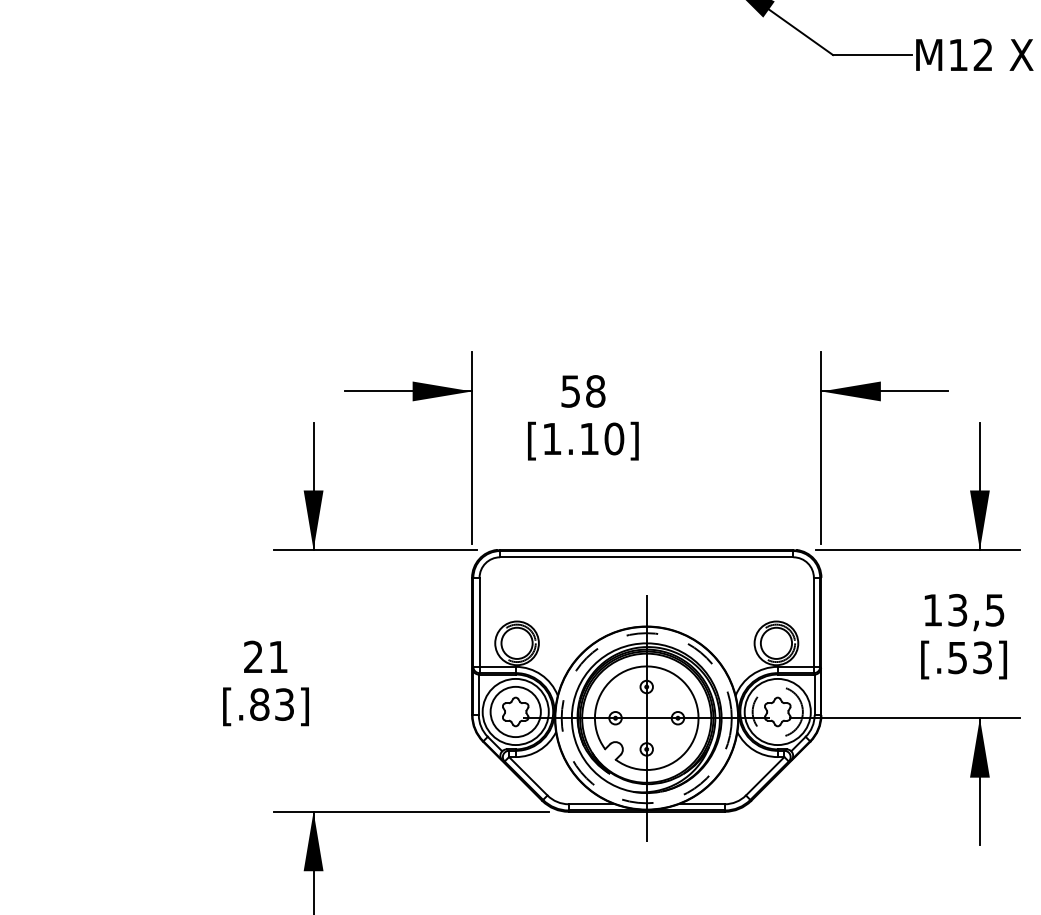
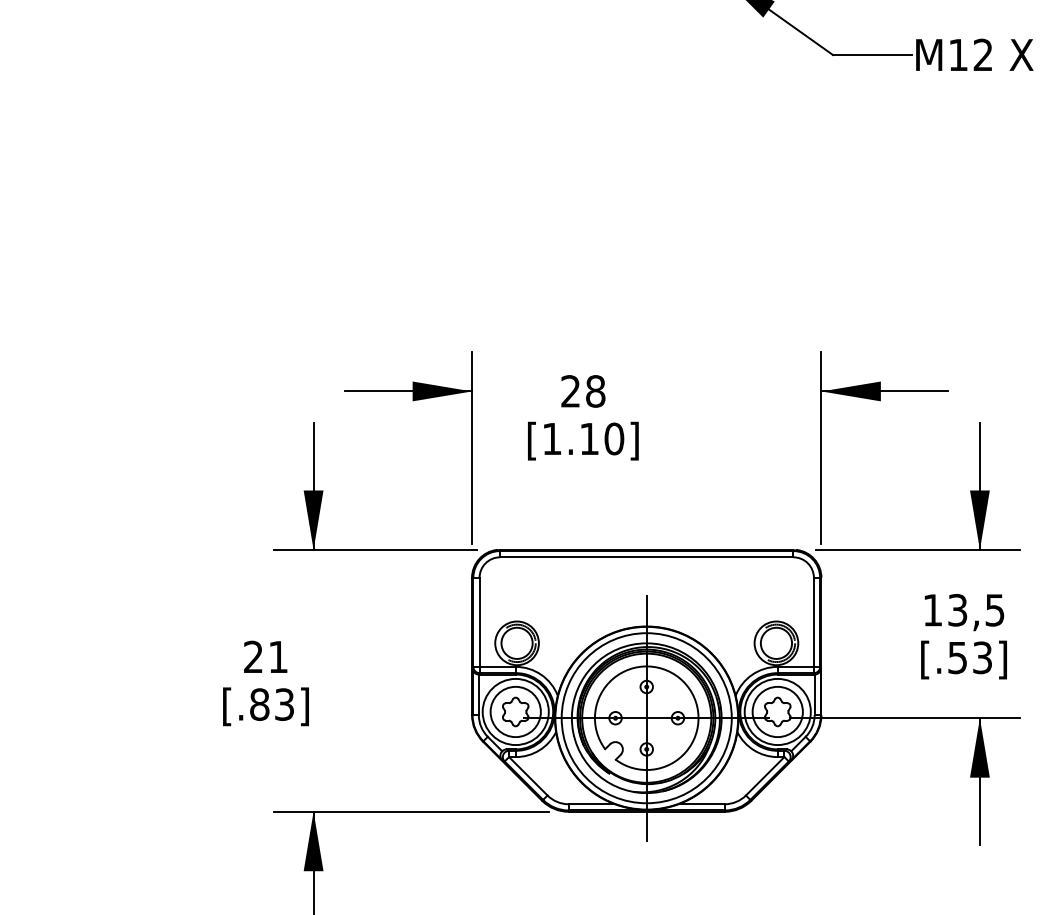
text at (570, 391): 58 -> 28
circle at (777, 711): dashed -> solid
circle at (646, 718): dashed -> solid
